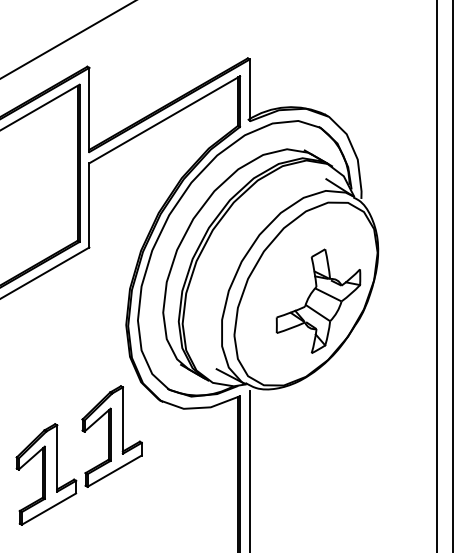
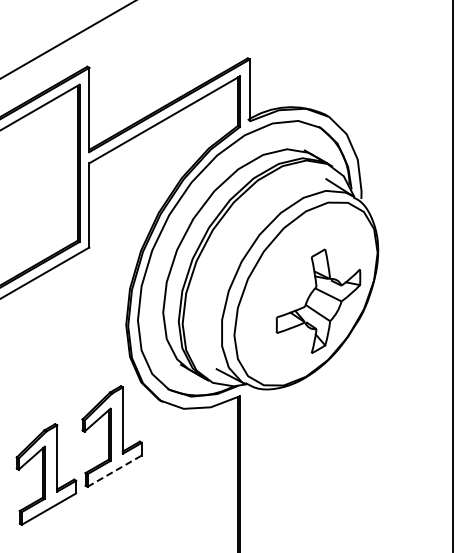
line at (437, 275): present -> none
line at (249, 469): present -> none
line at (115, 470): solid -> dashed
